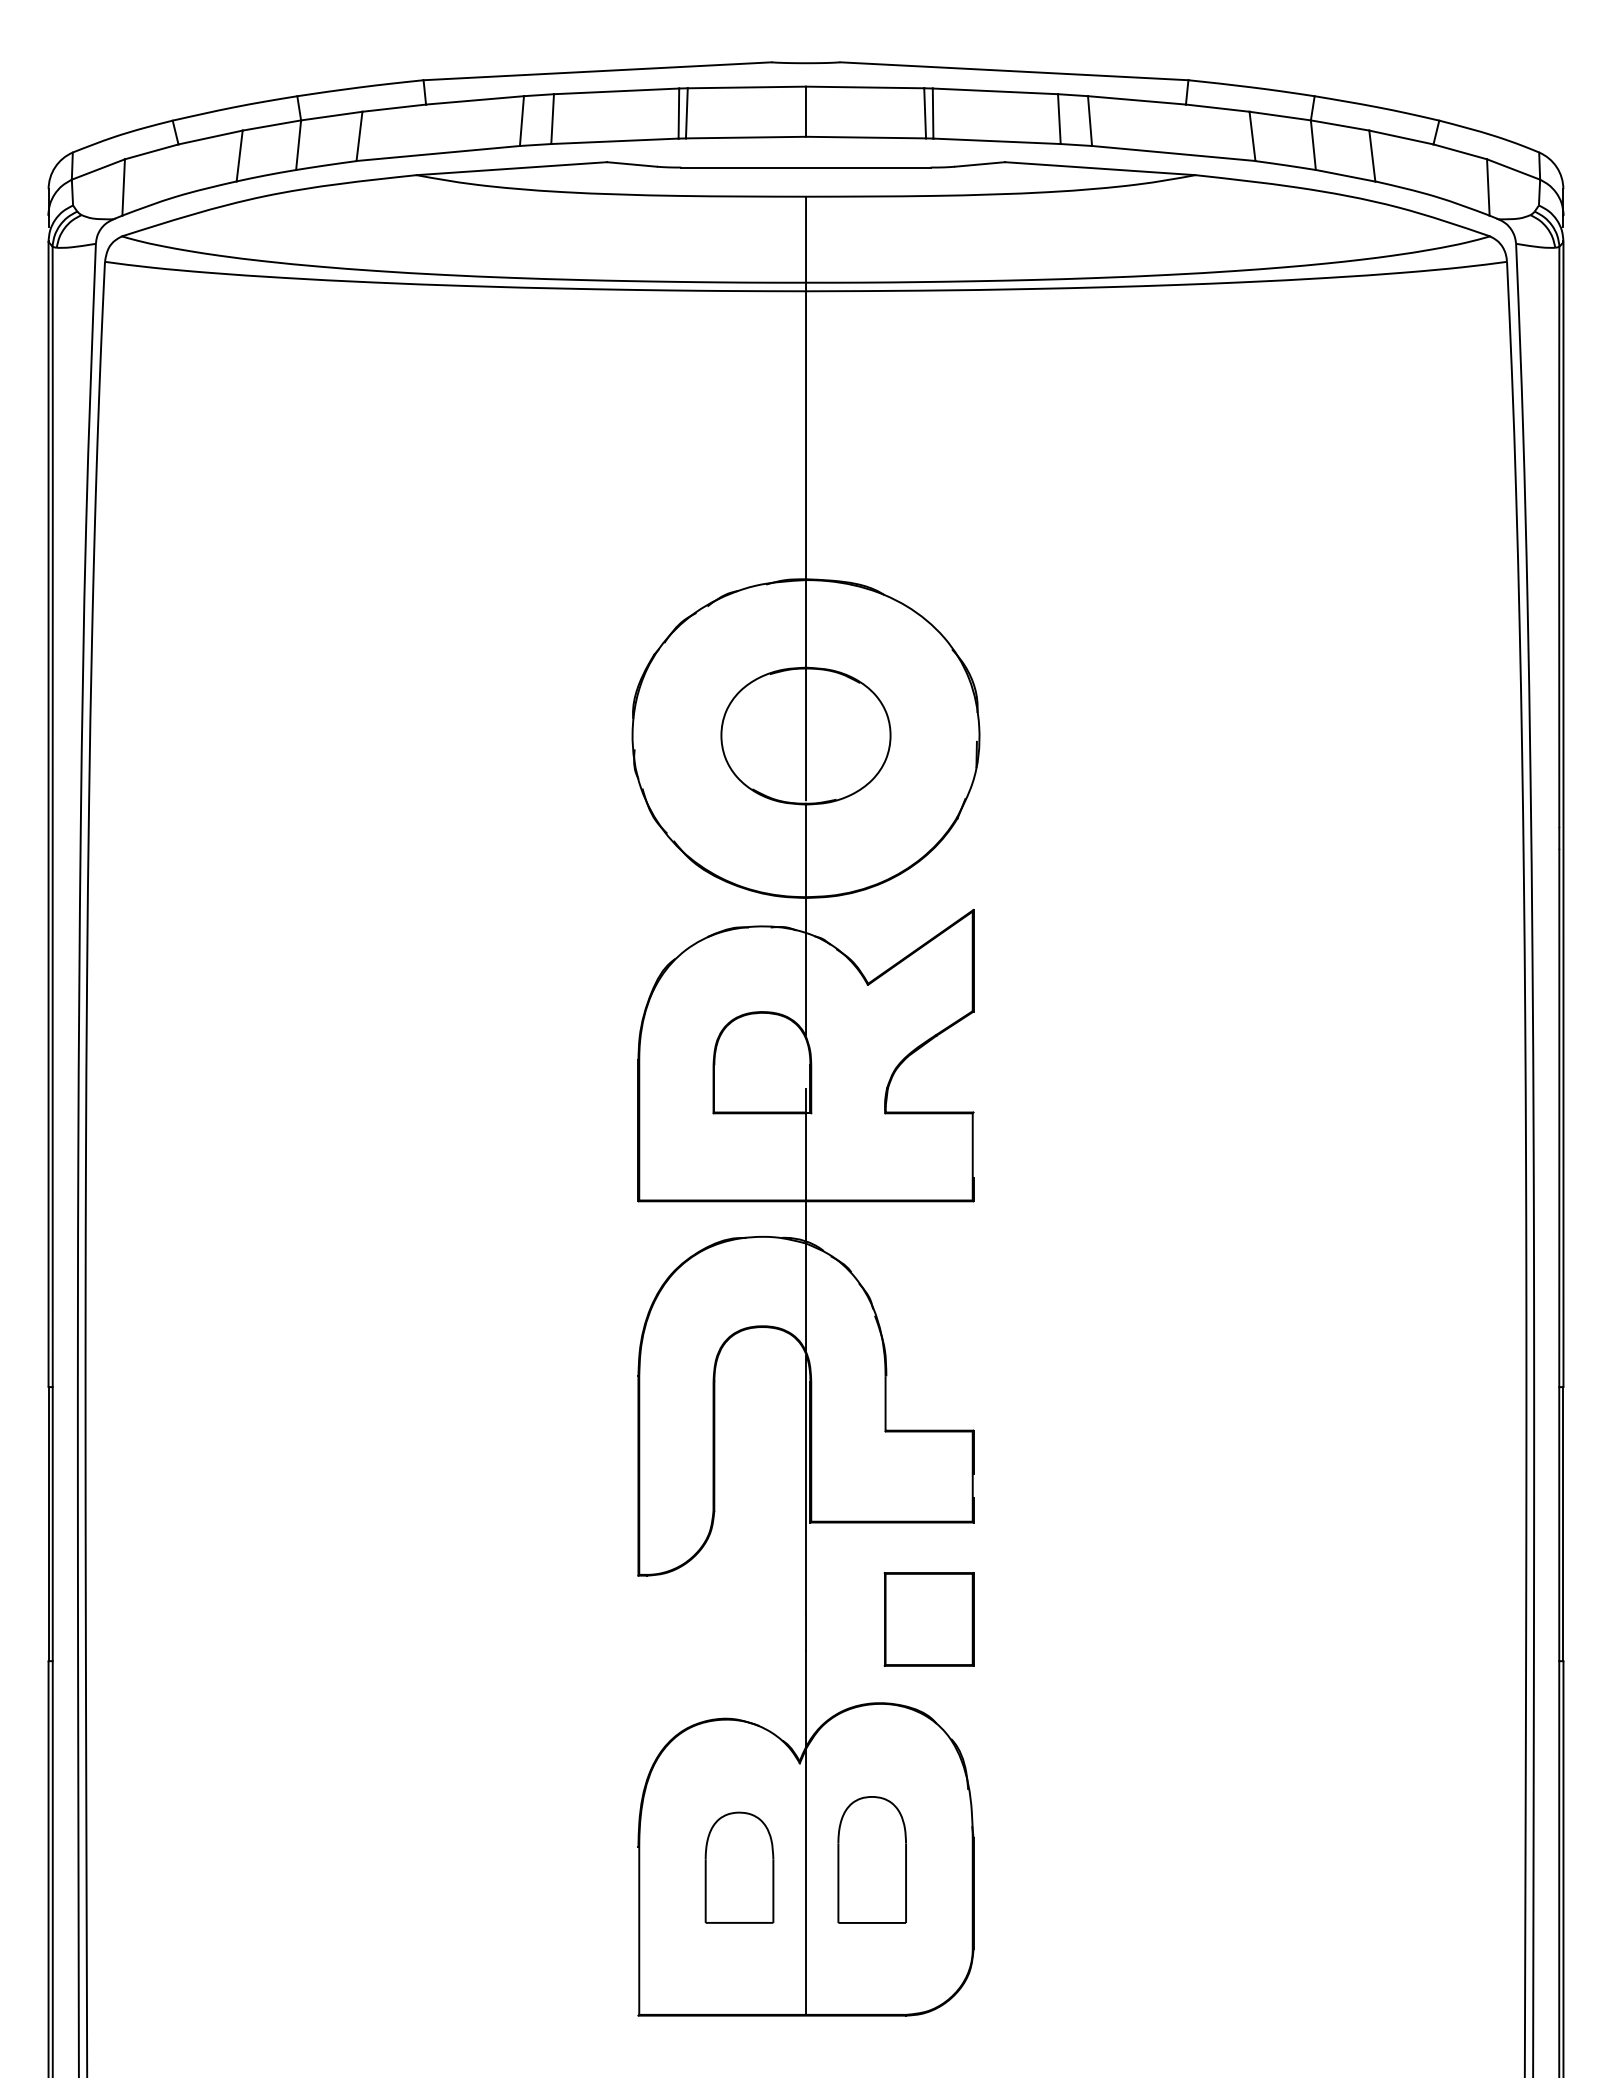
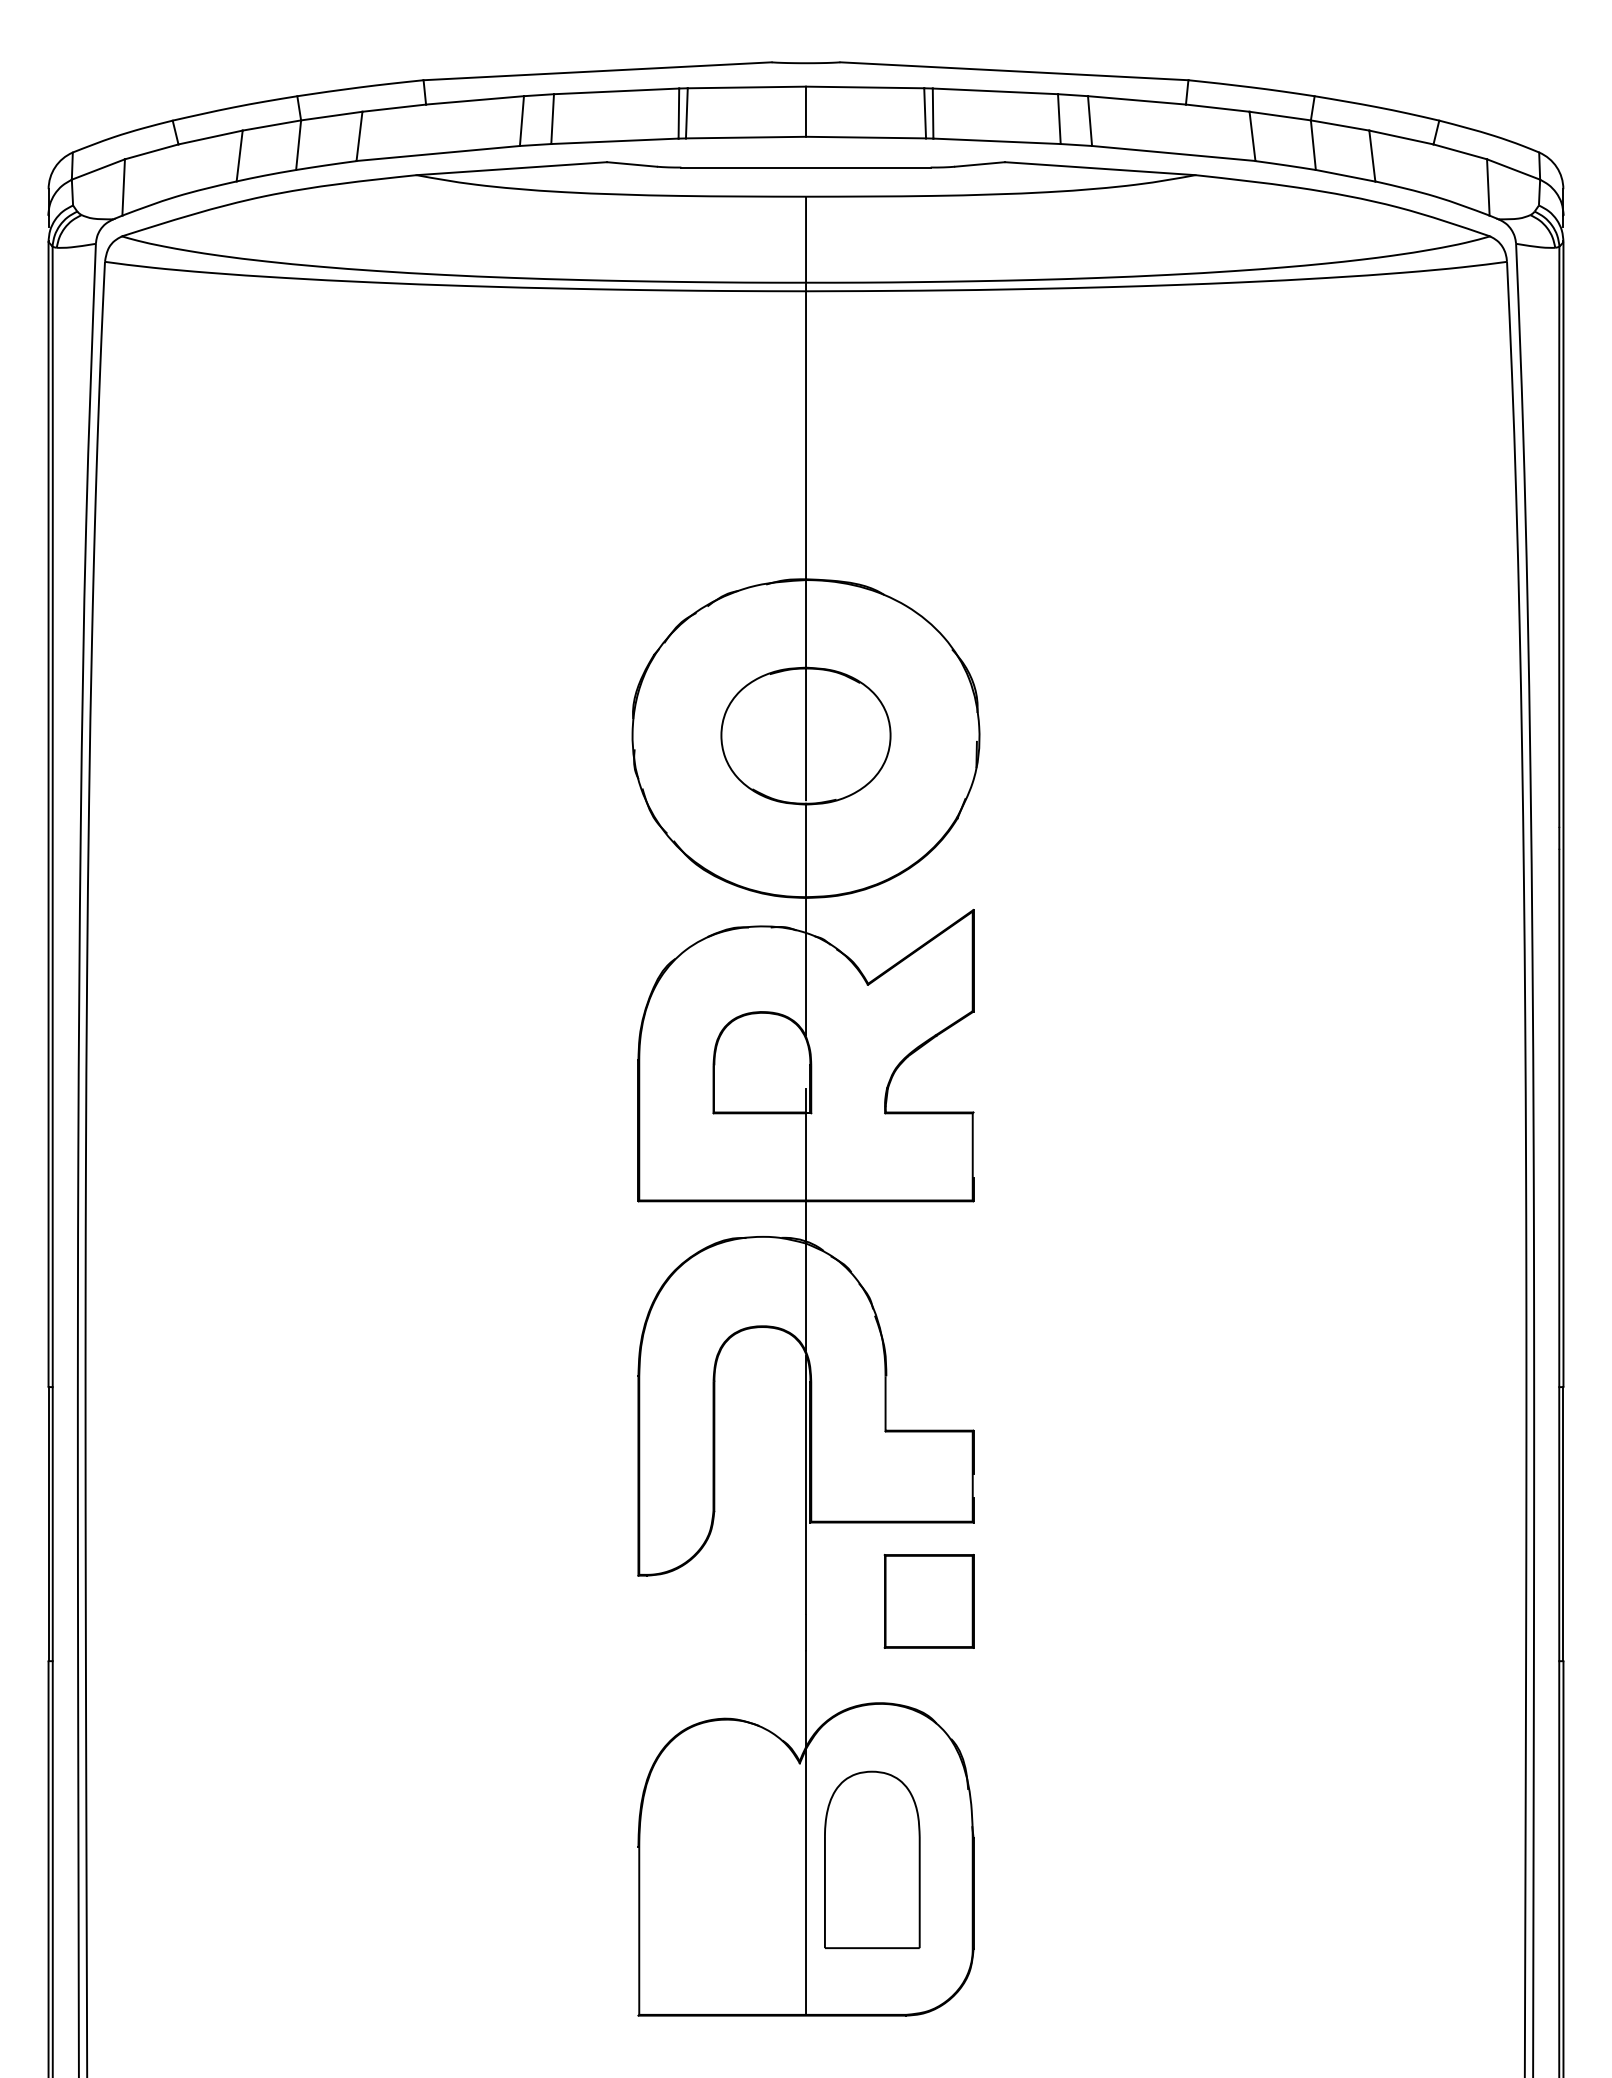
part at (928, 1619) position: (928, 1619) -> (928, 1601)
part at (871, 1859) size: 70x128 px -> 97x179 px
part at (739, 1867): present -> none
